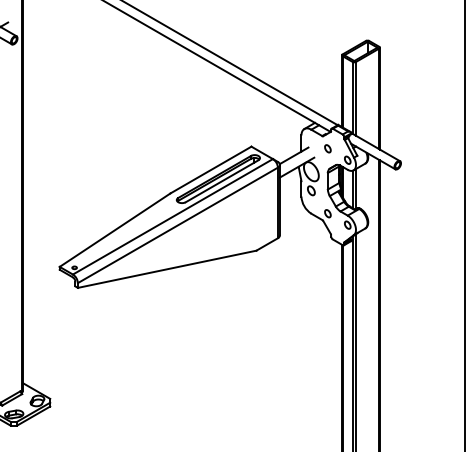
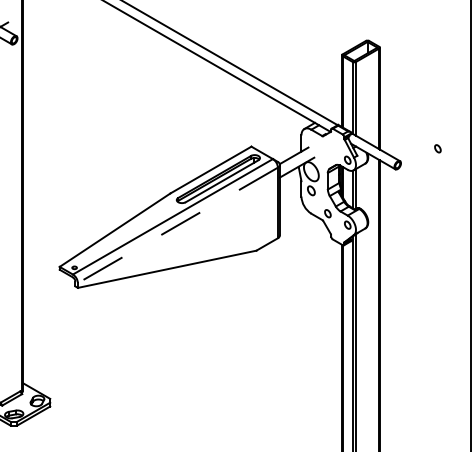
part at (327, 148) position: (327, 148) -> (437, 148)
line at (177, 225): solid -> dashed
line at (465, 225) position: (465, 225) -> (471, 225)
